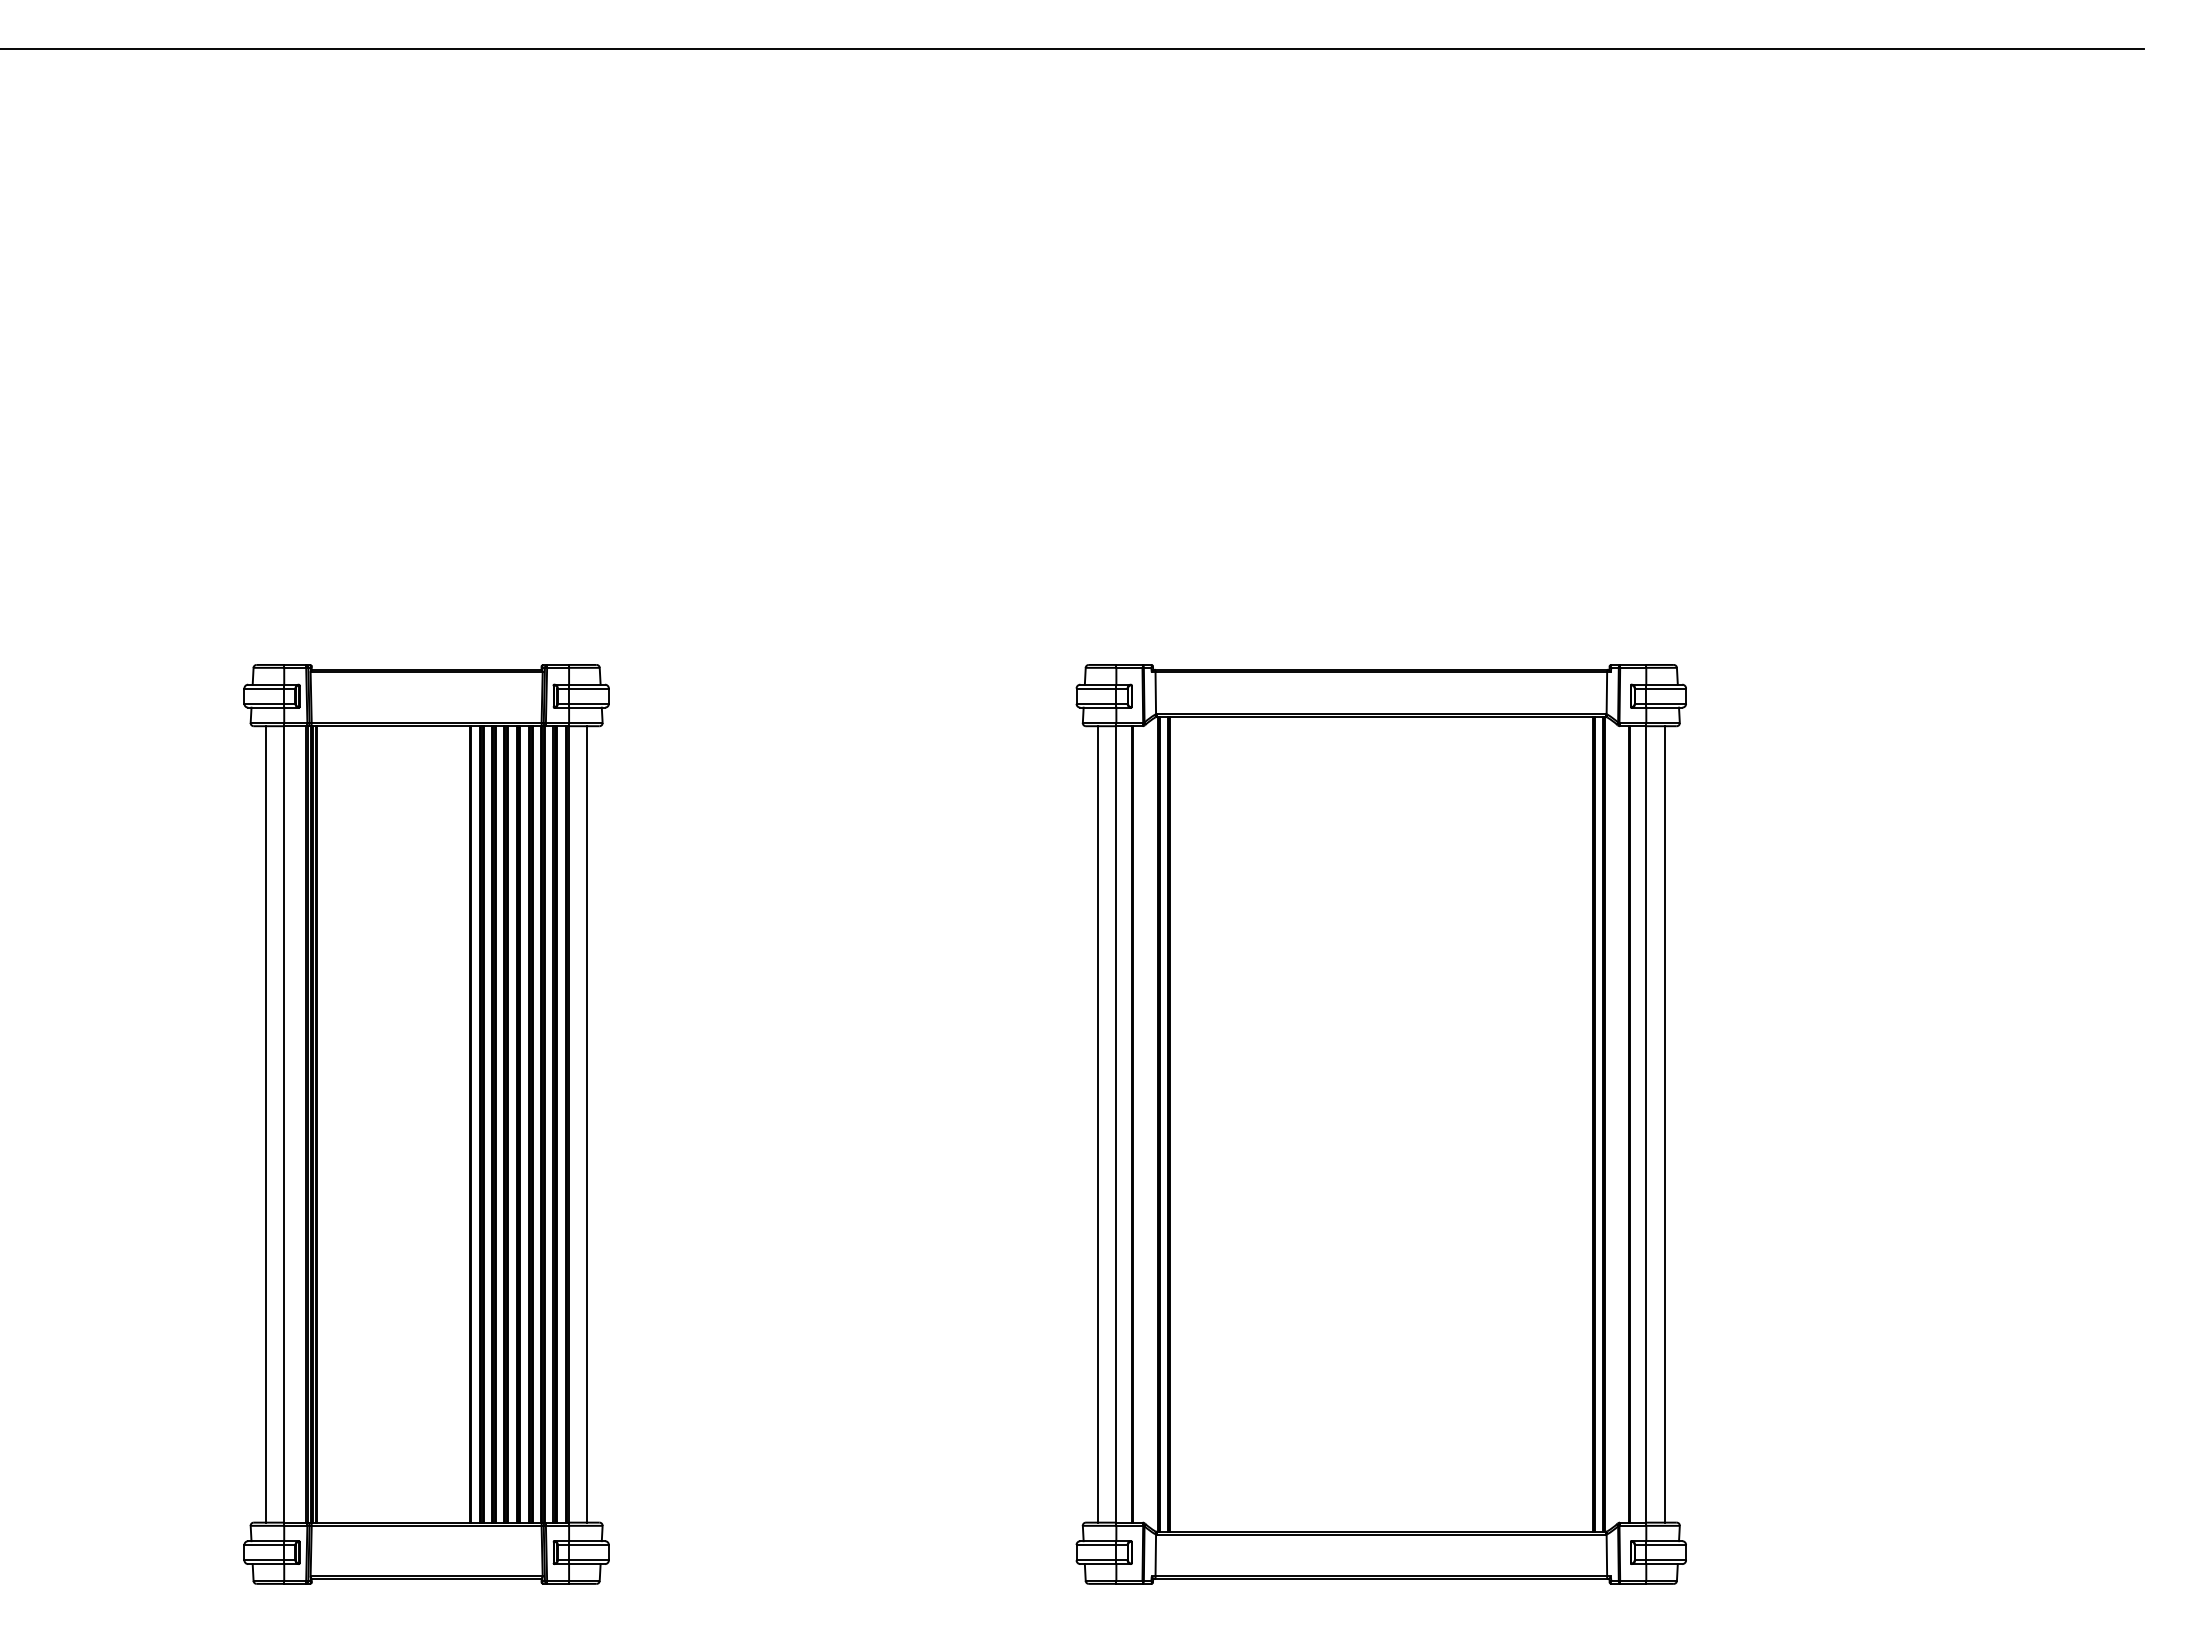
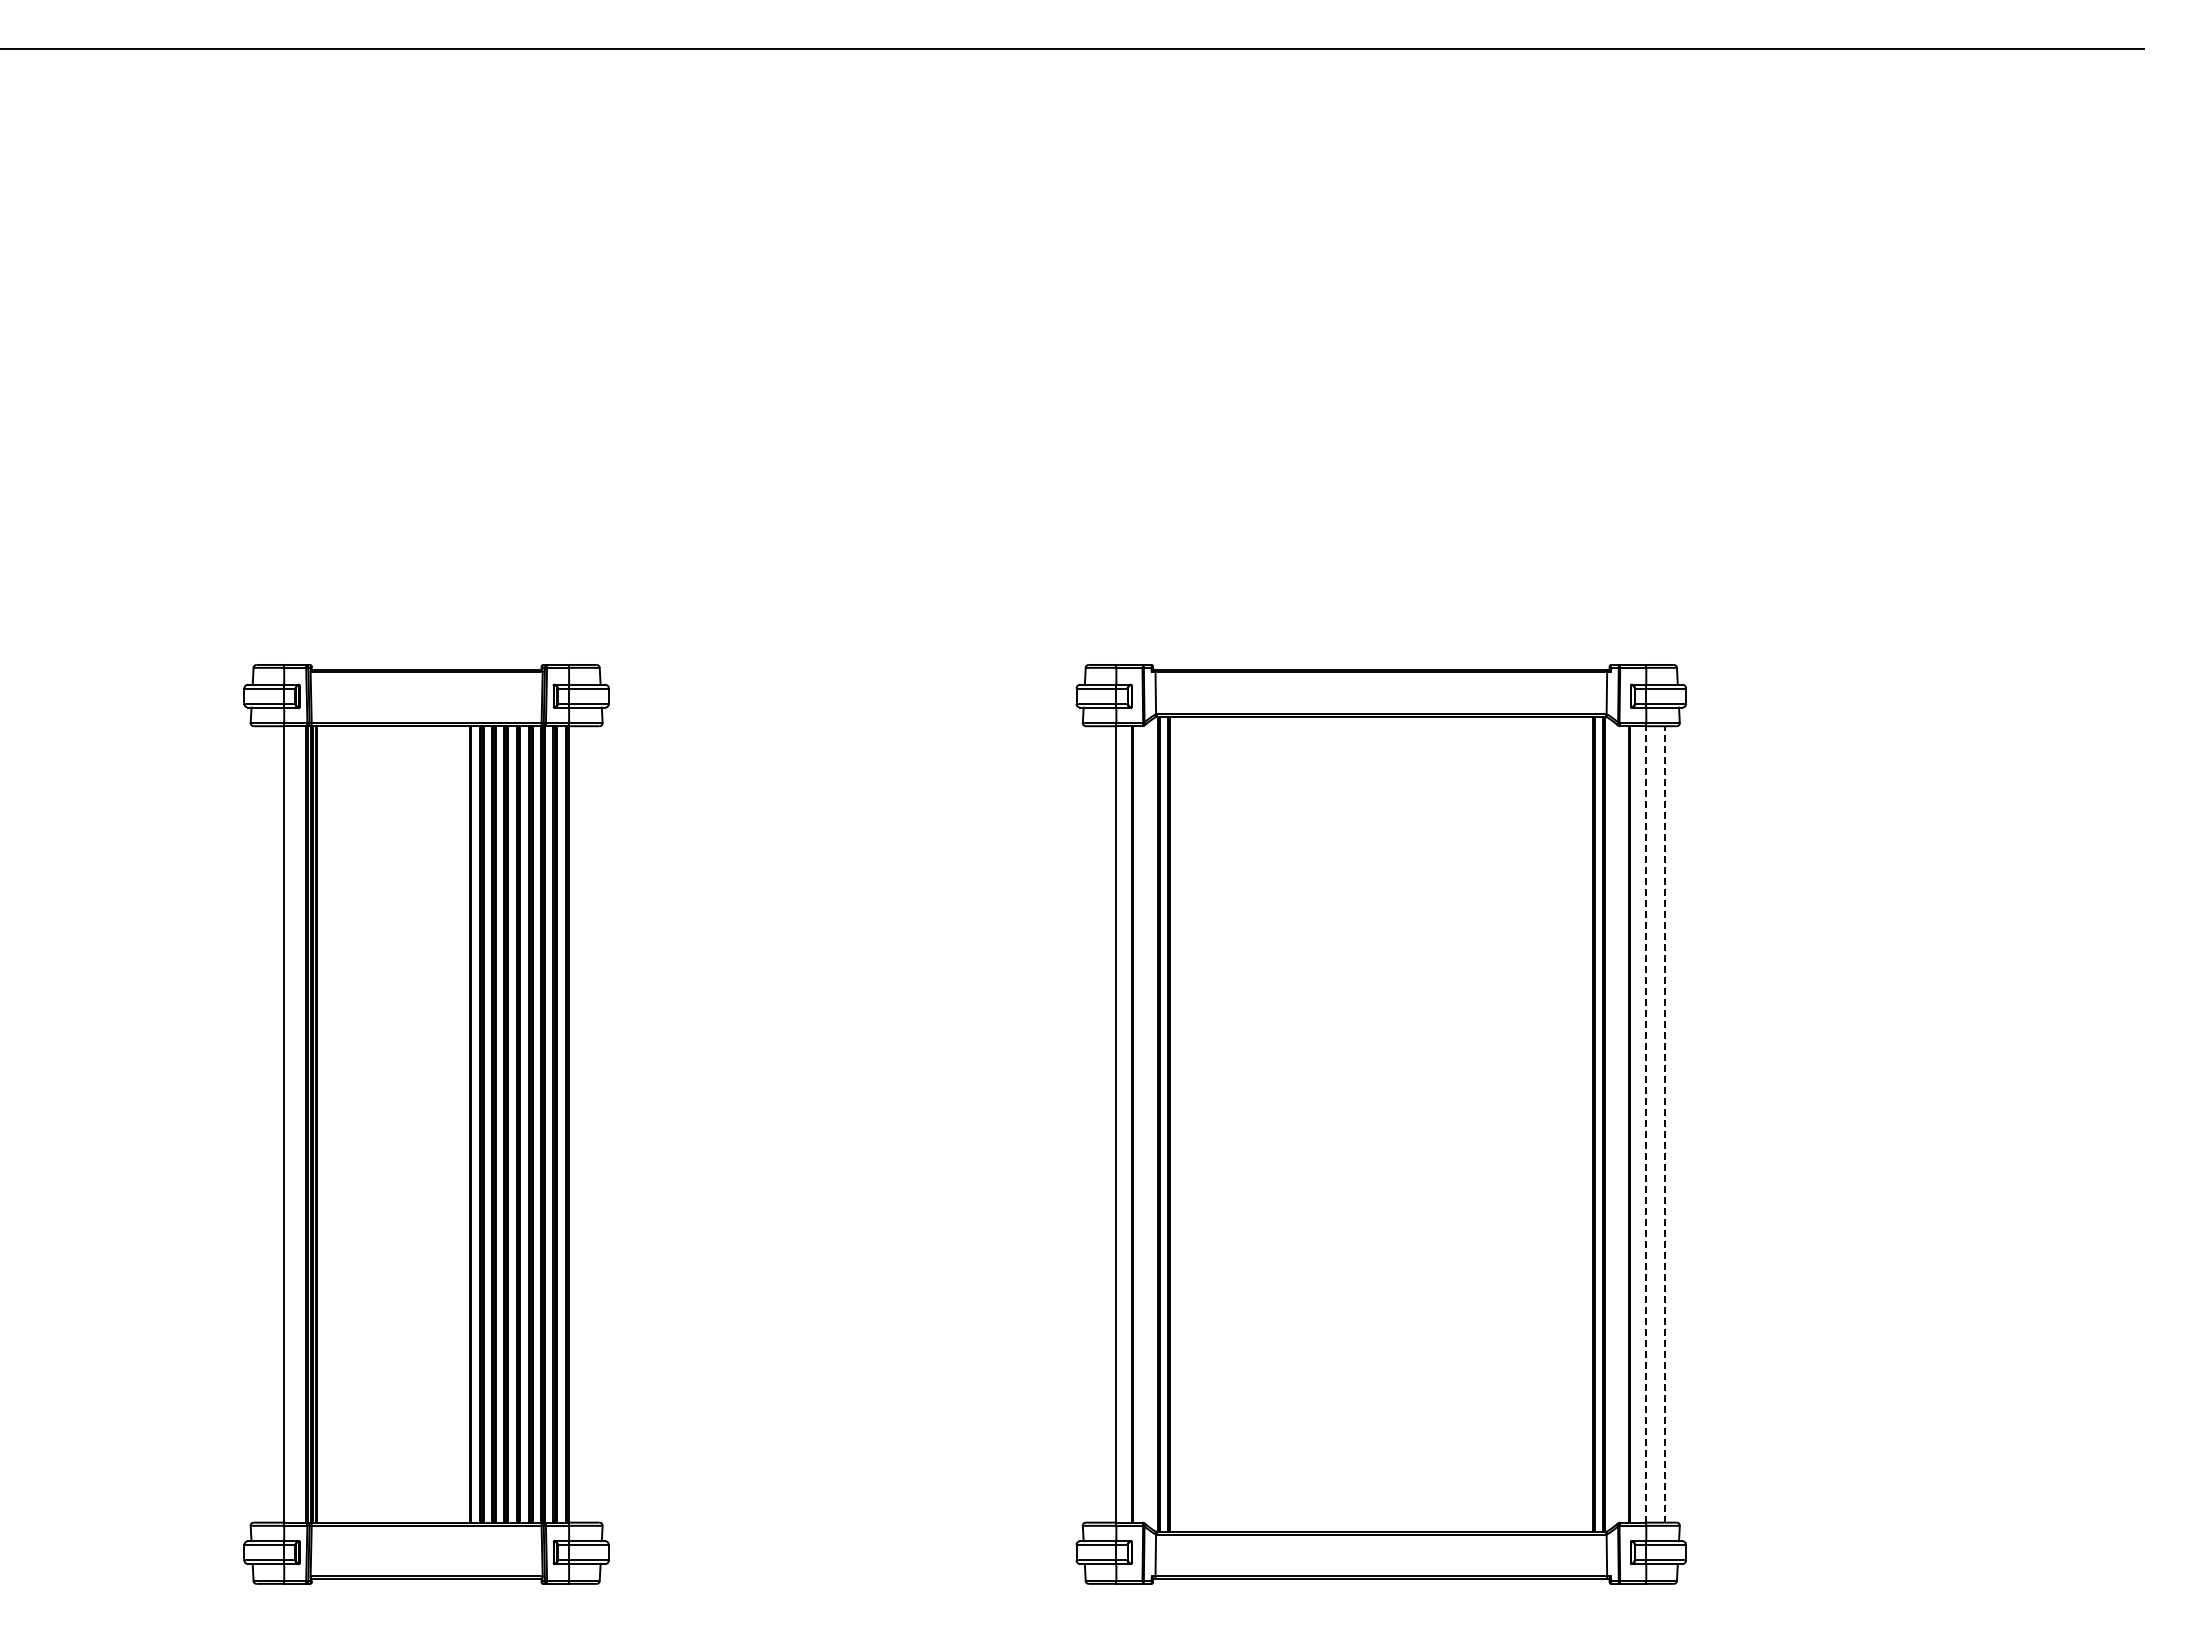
line at (1646, 1123): solid -> dashed
line at (1664, 1123): solid -> dashed
line at (265, 1124): present -> none
line at (587, 1124): present -> none
line at (1098, 1124): present -> none
